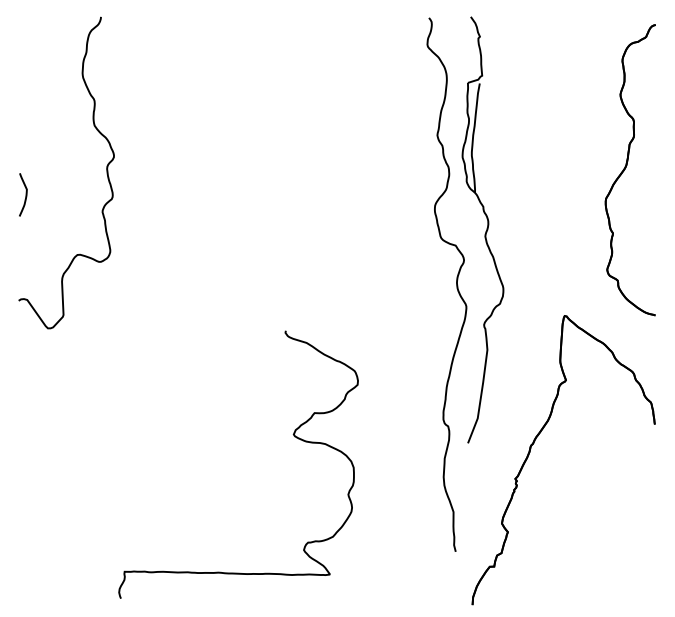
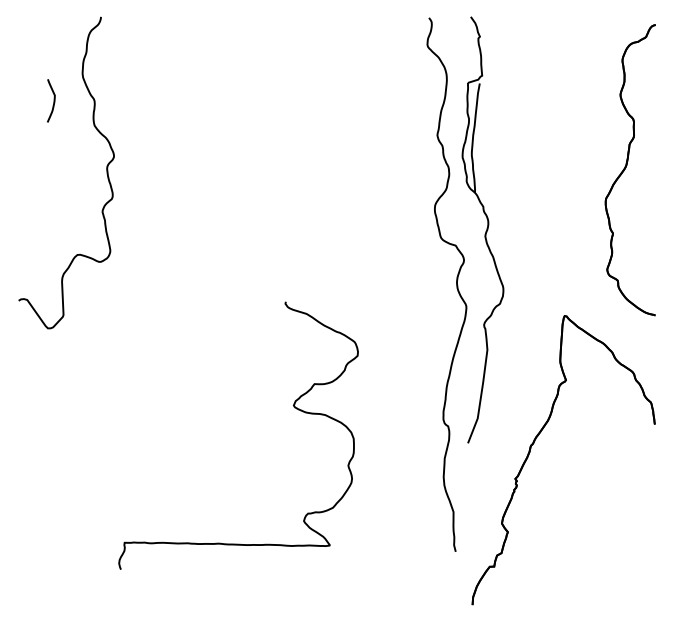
curve at (25, 194) position: (25, 194) -> (53, 100)
curve at (292, 434) position: (292, 434) -> (292, 405)
